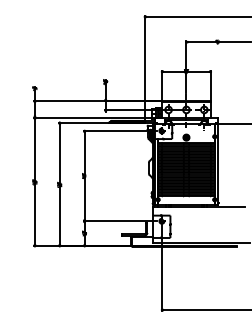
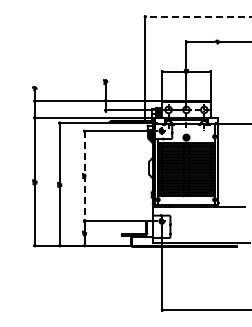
line at (197, 16): solid -> dashed
line at (84, 176): solid -> dashed
